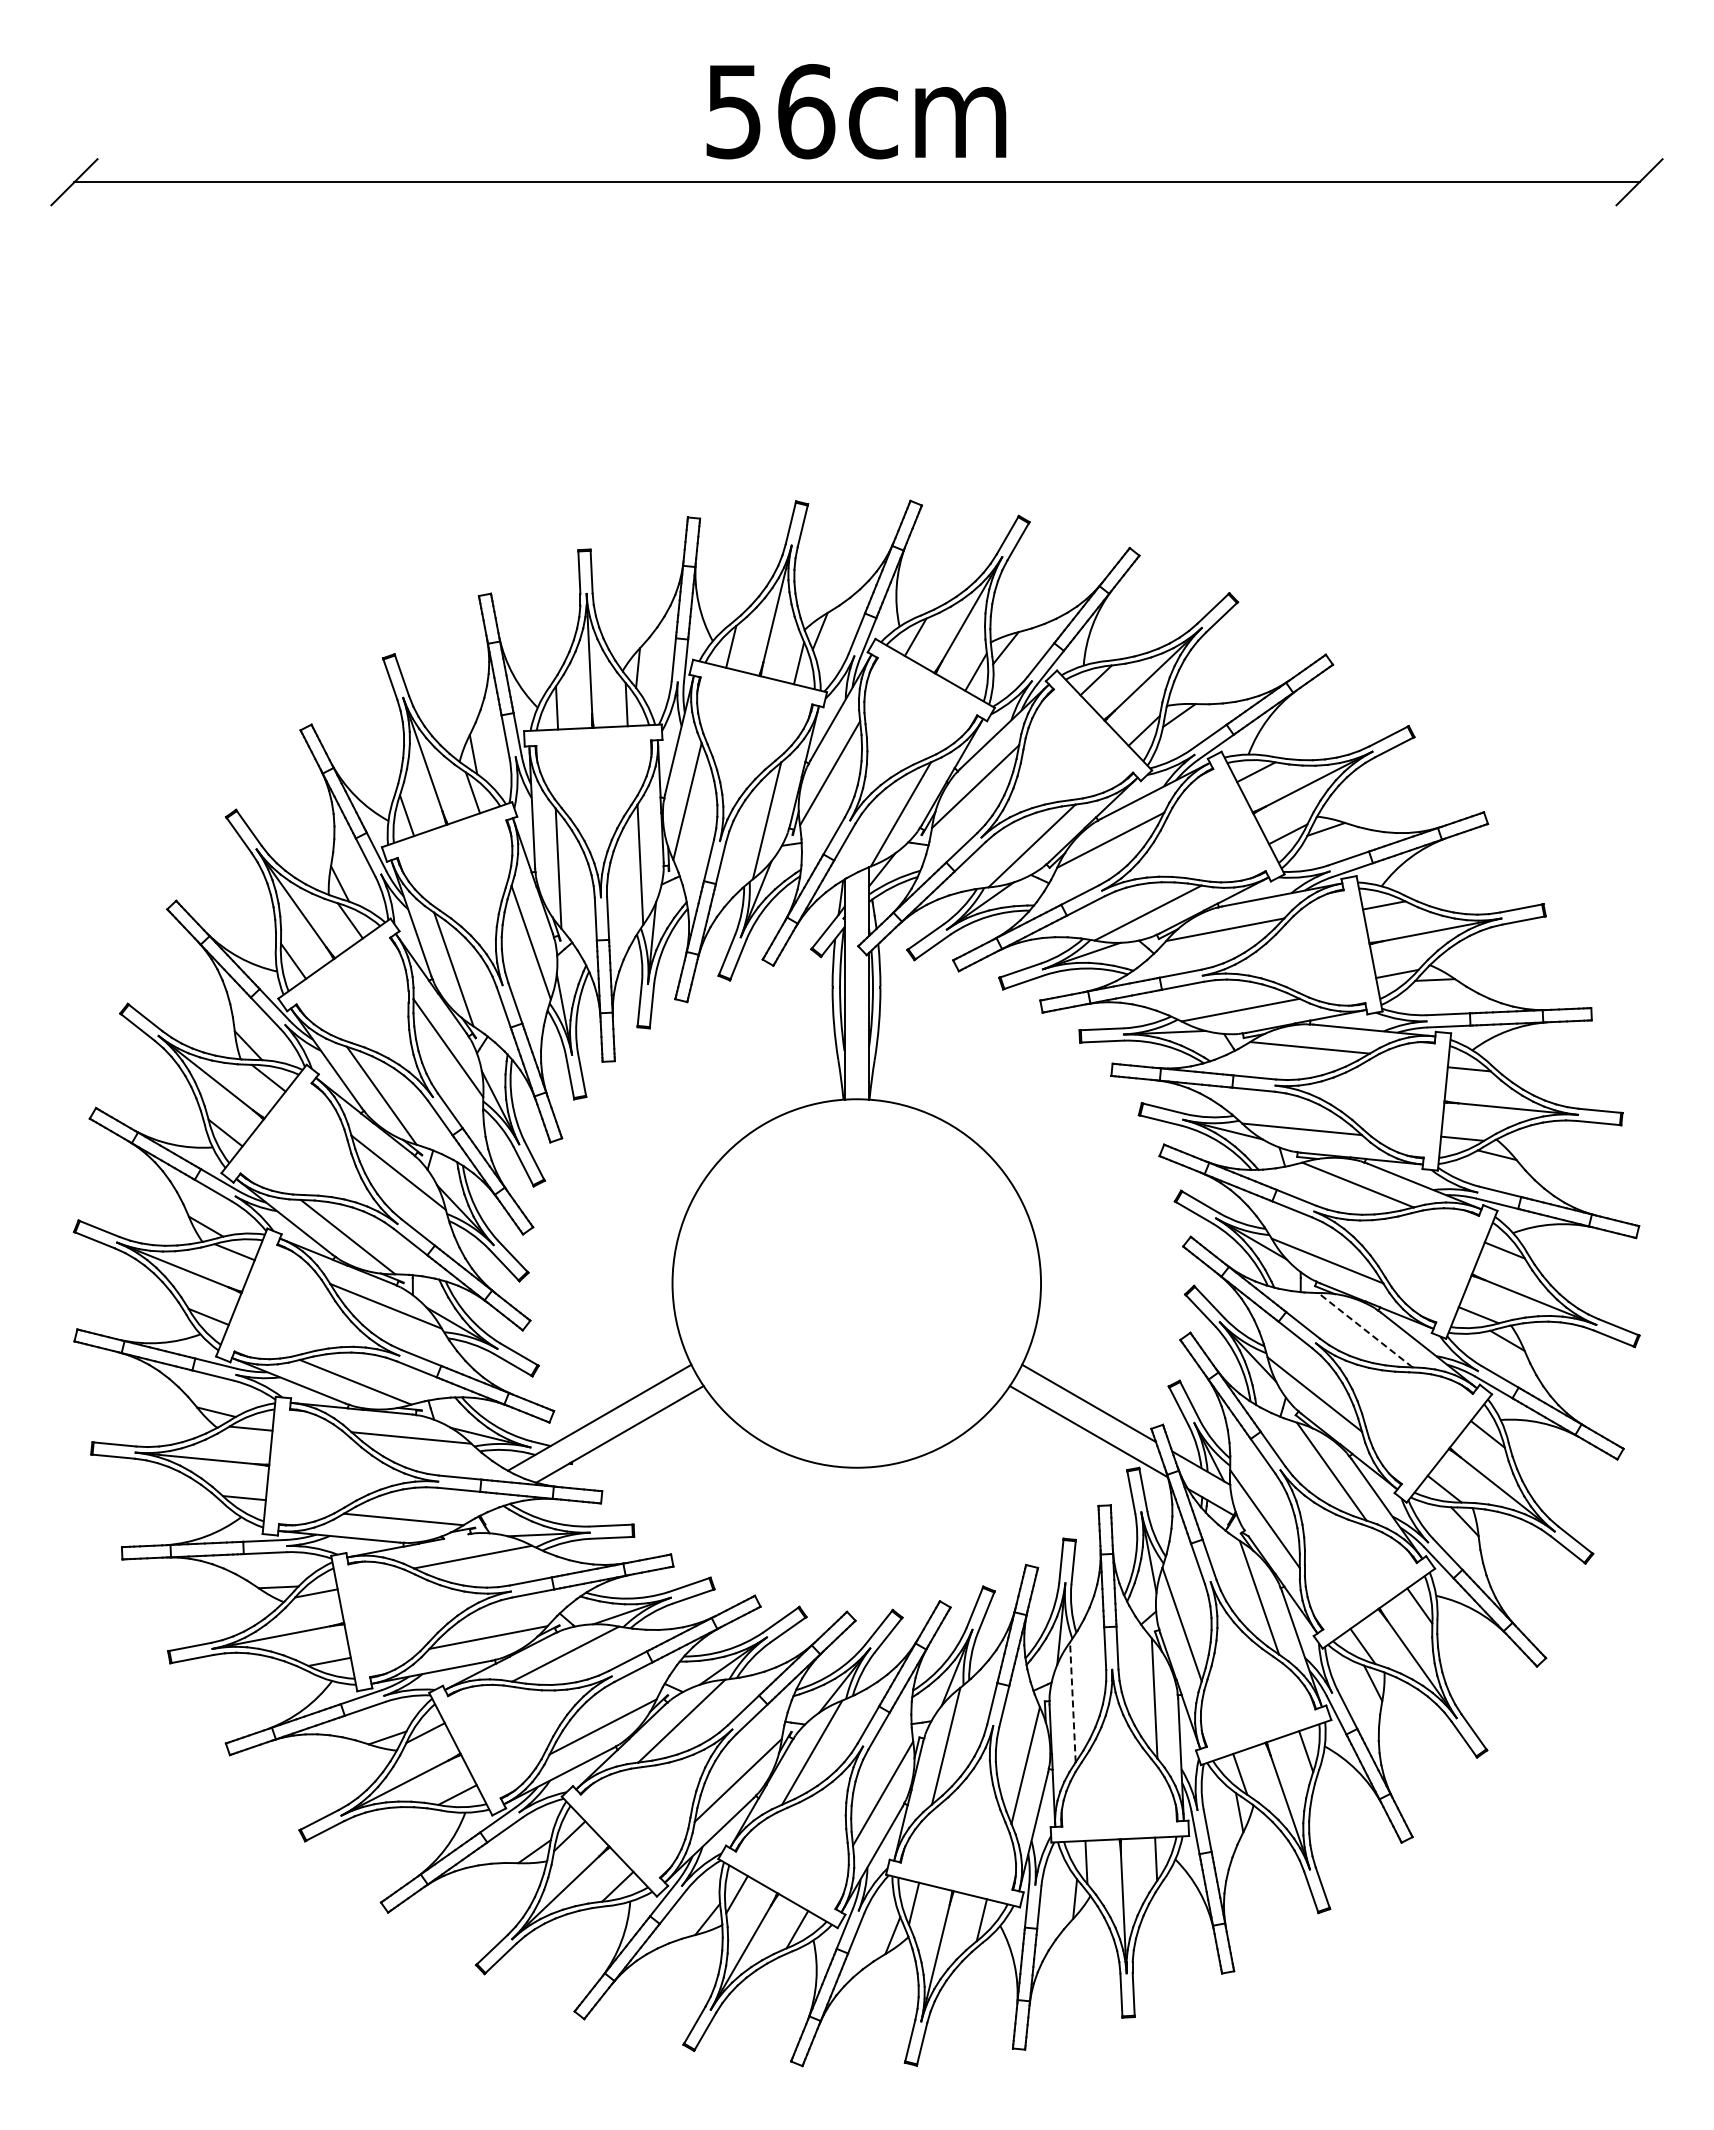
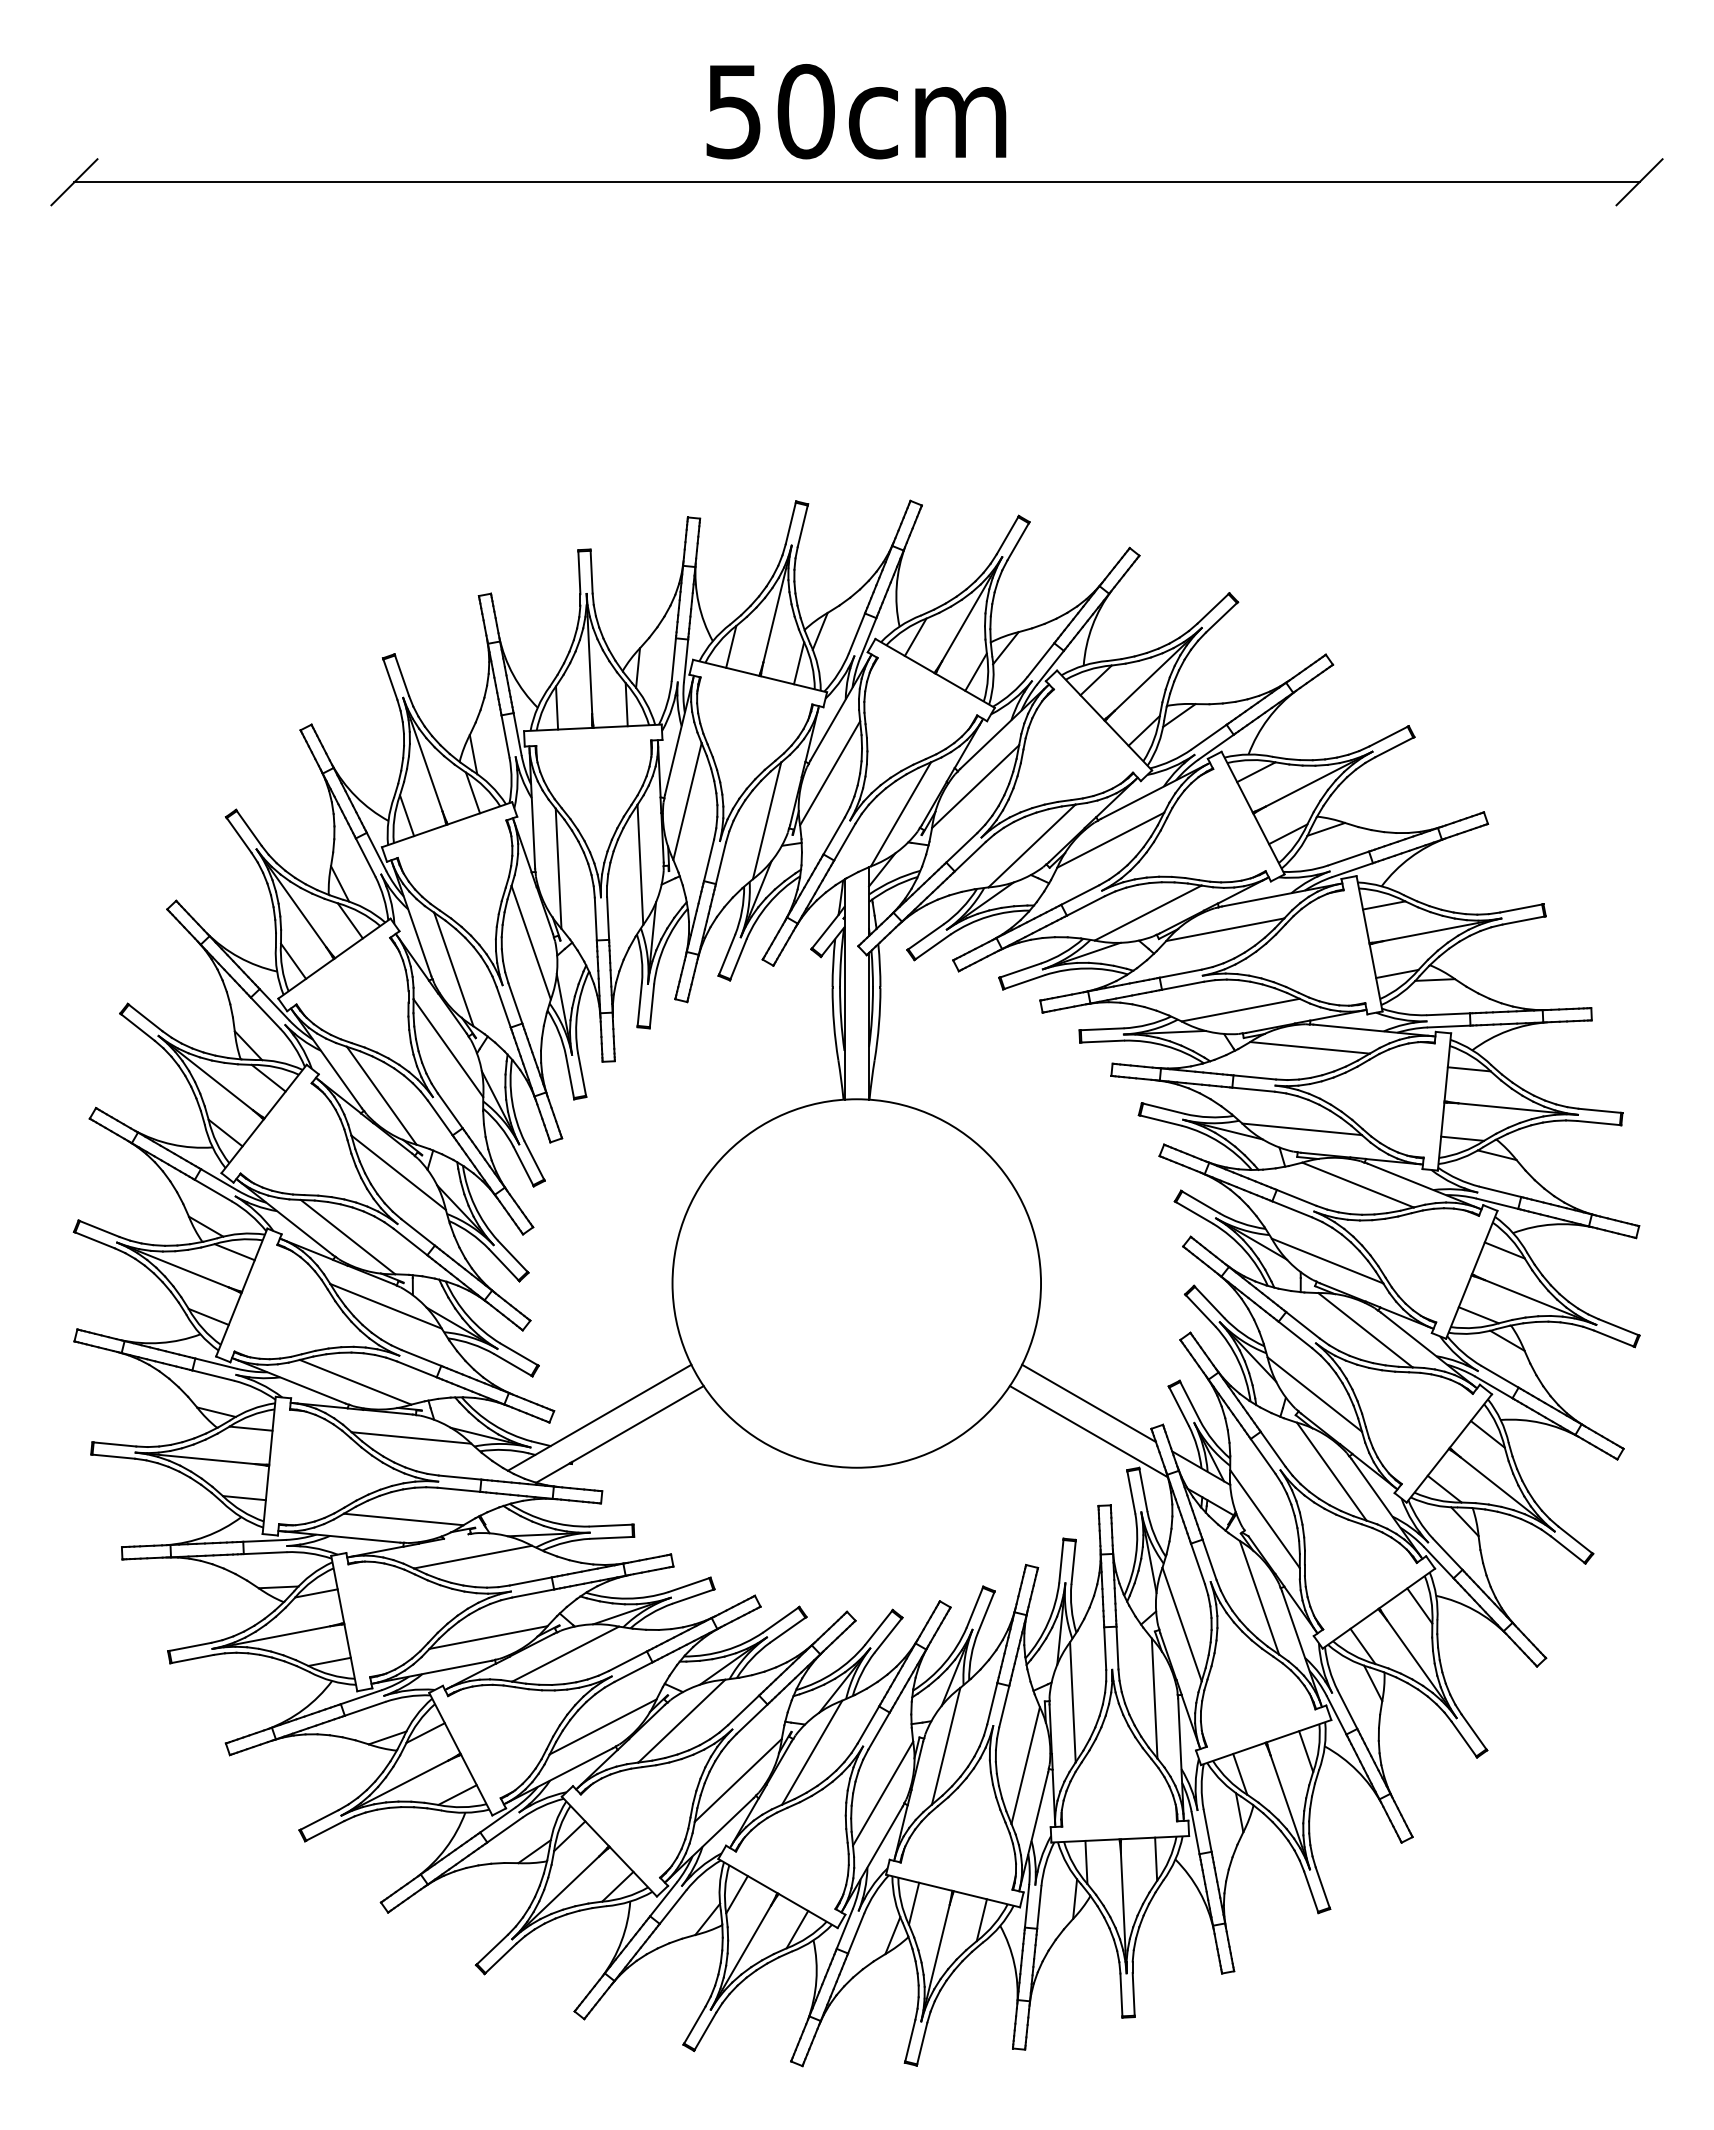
text at (806, 111): 56cm -> 50cm
line at (1365, 1329): dashed -> solid
line at (1072, 1701): dashed -> solid
